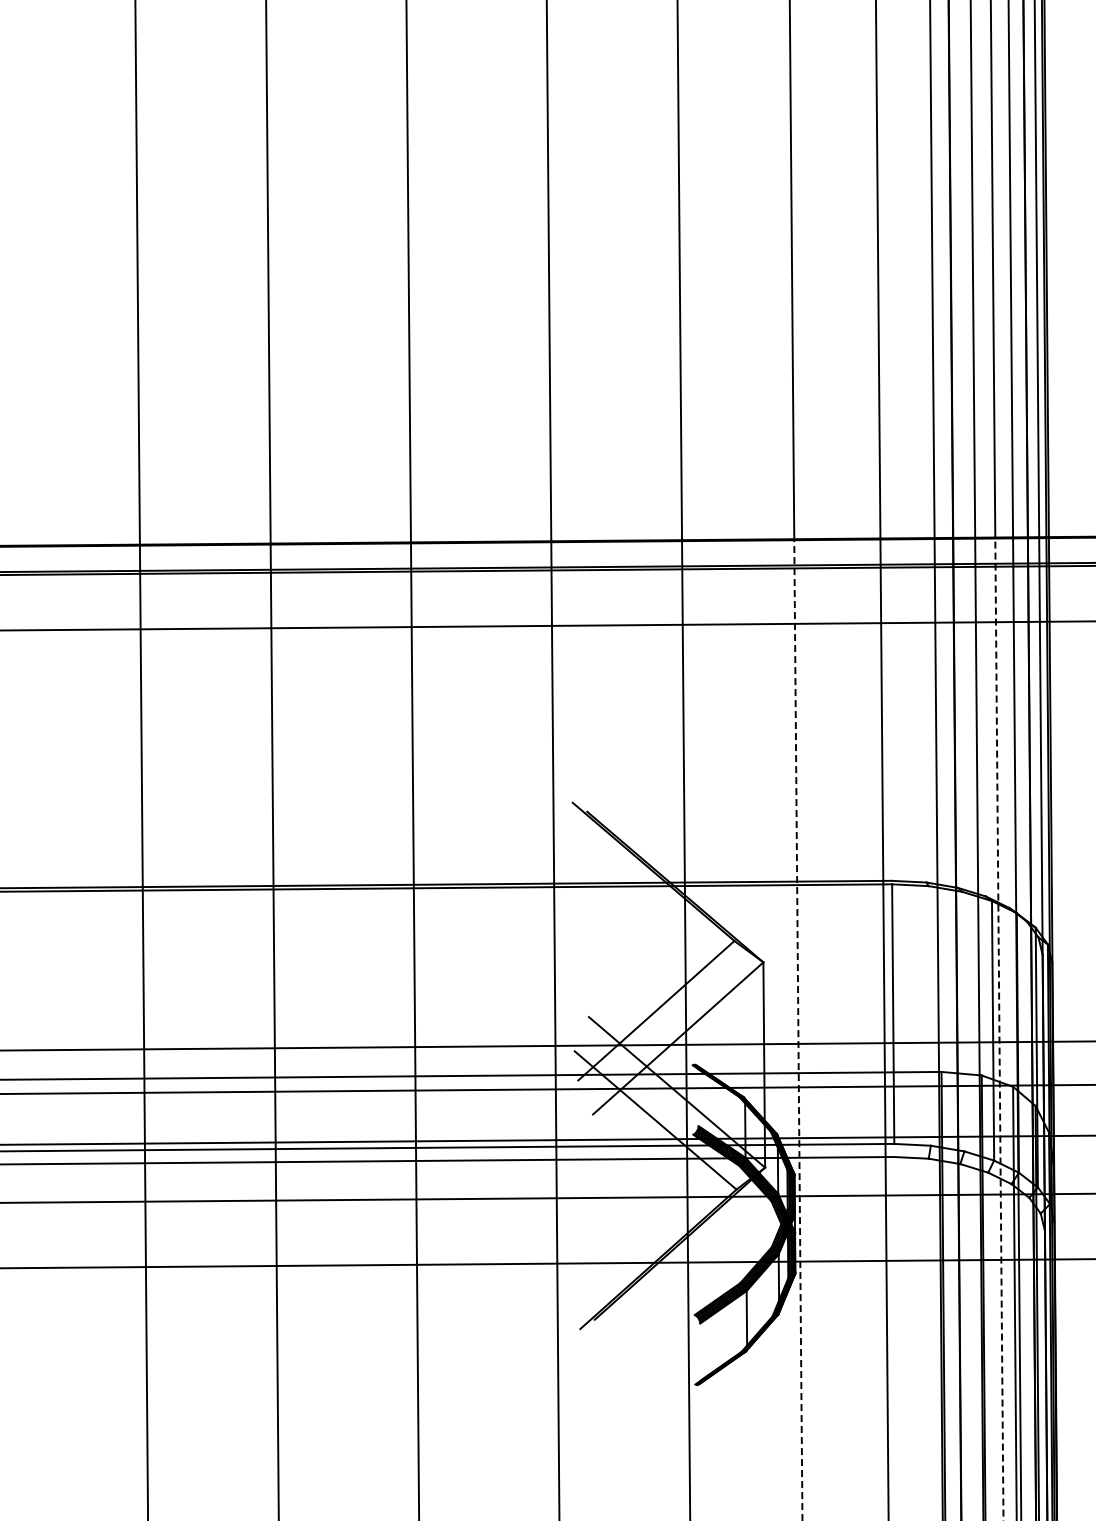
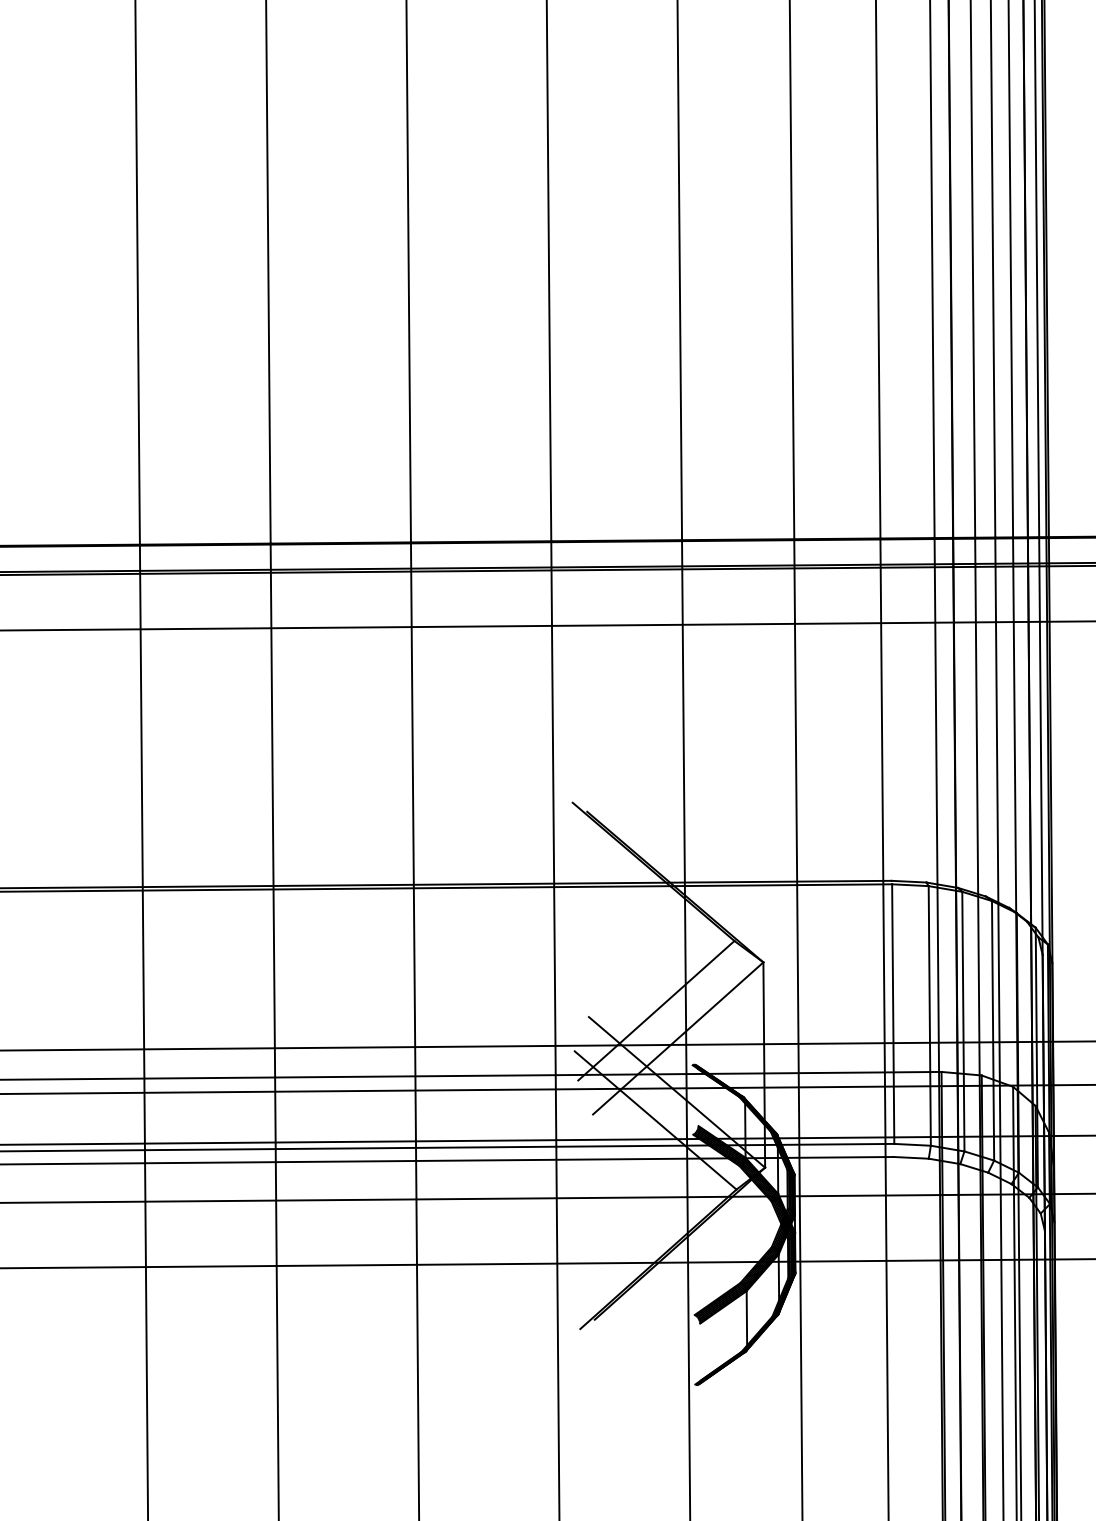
line at (929, 1015): none -> present
line at (963, 1021): none -> present
line at (999, 1028): dashed -> solid
line at (798, 1029): dashed -> solid
